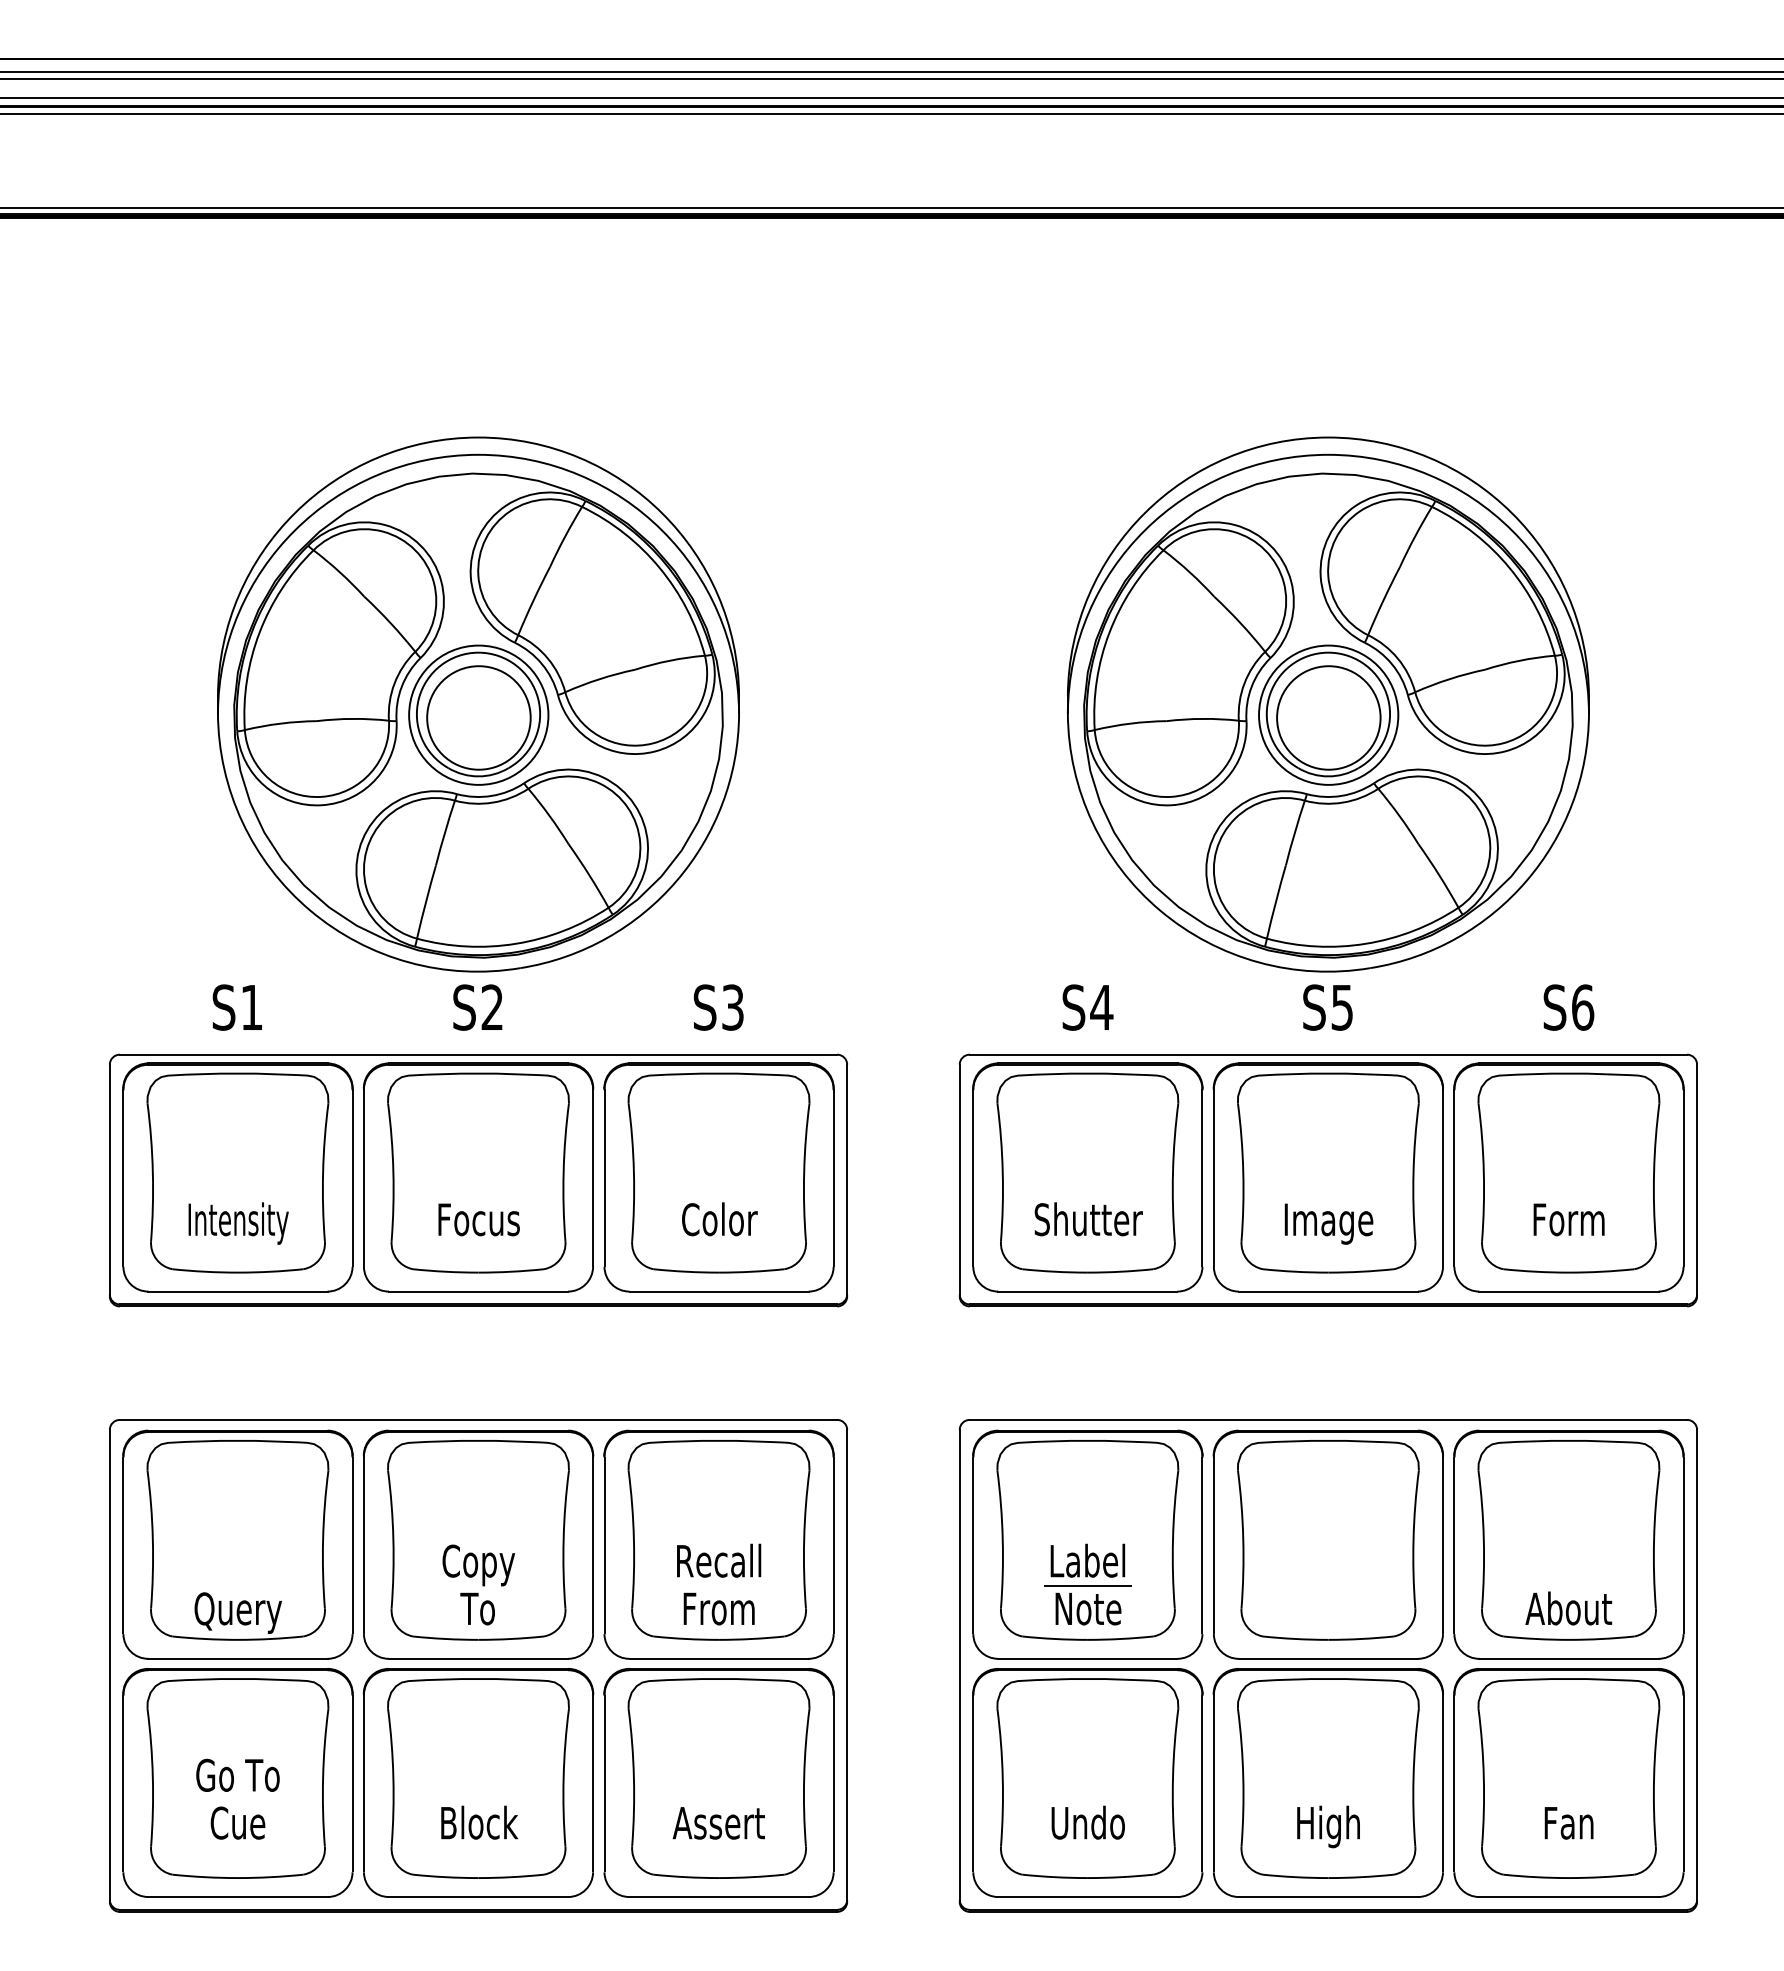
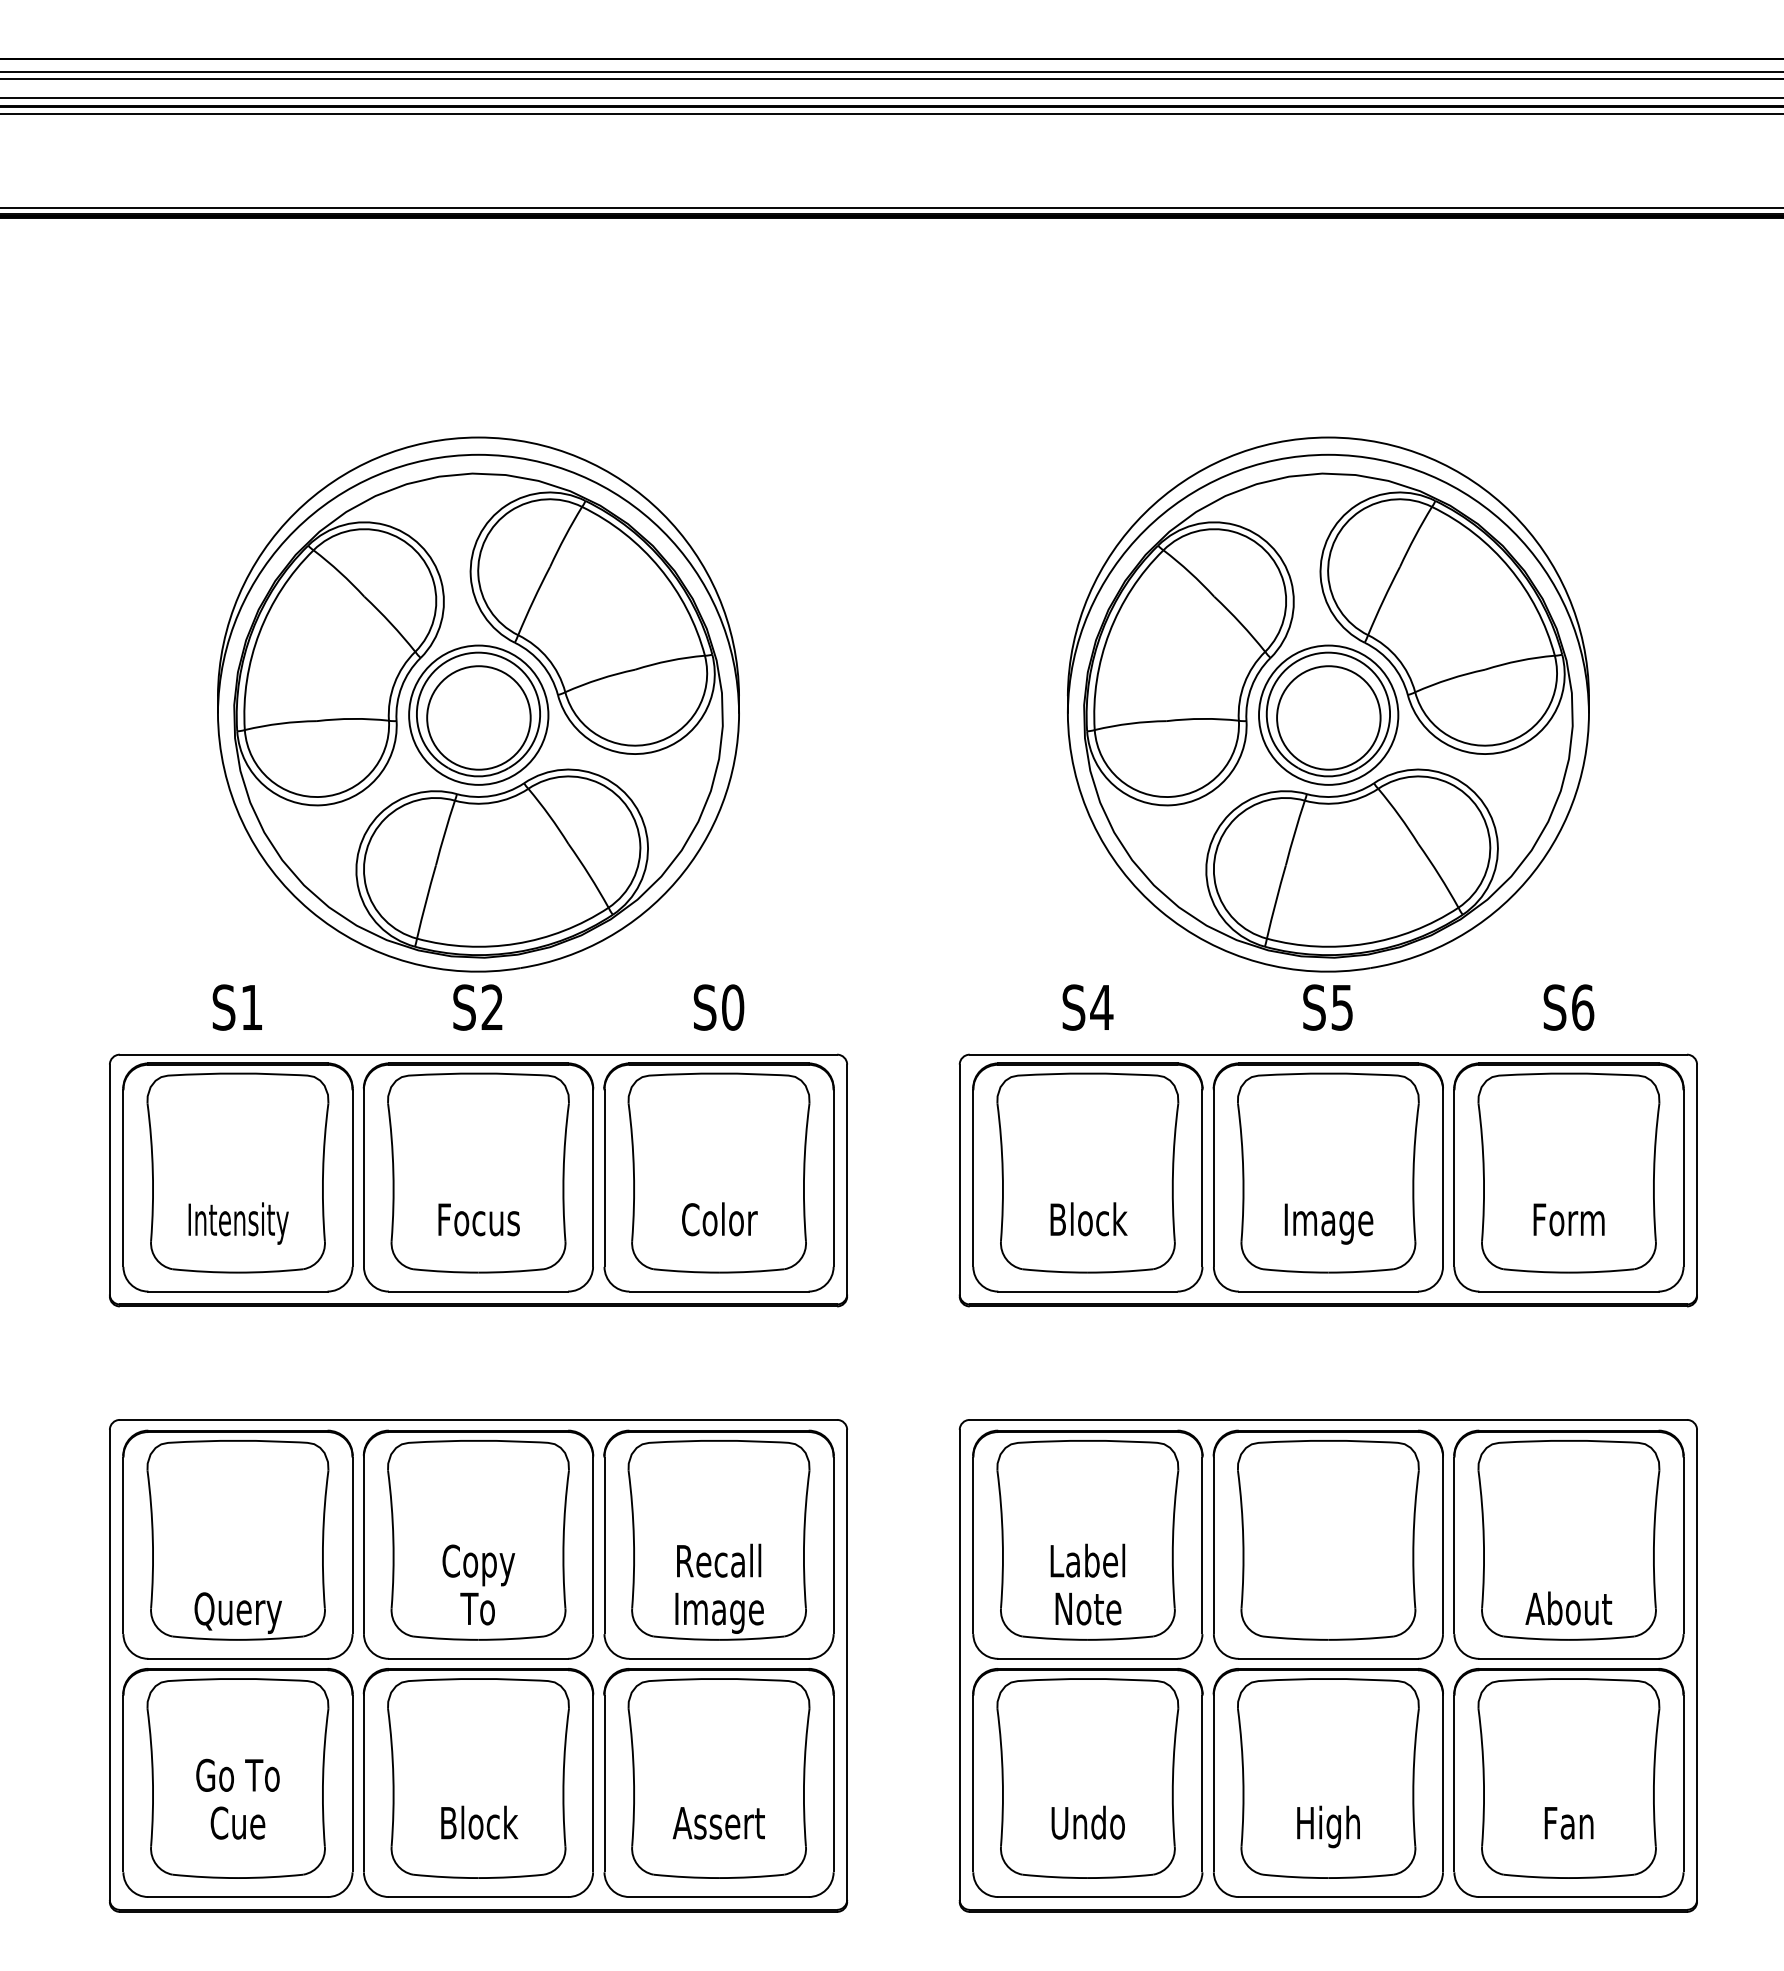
text at (733, 1007): S3 -> S0
text at (1088, 1219): Shutter -> Block
line at (1087, 1586): present -> none
text at (719, 1612): From -> Image
